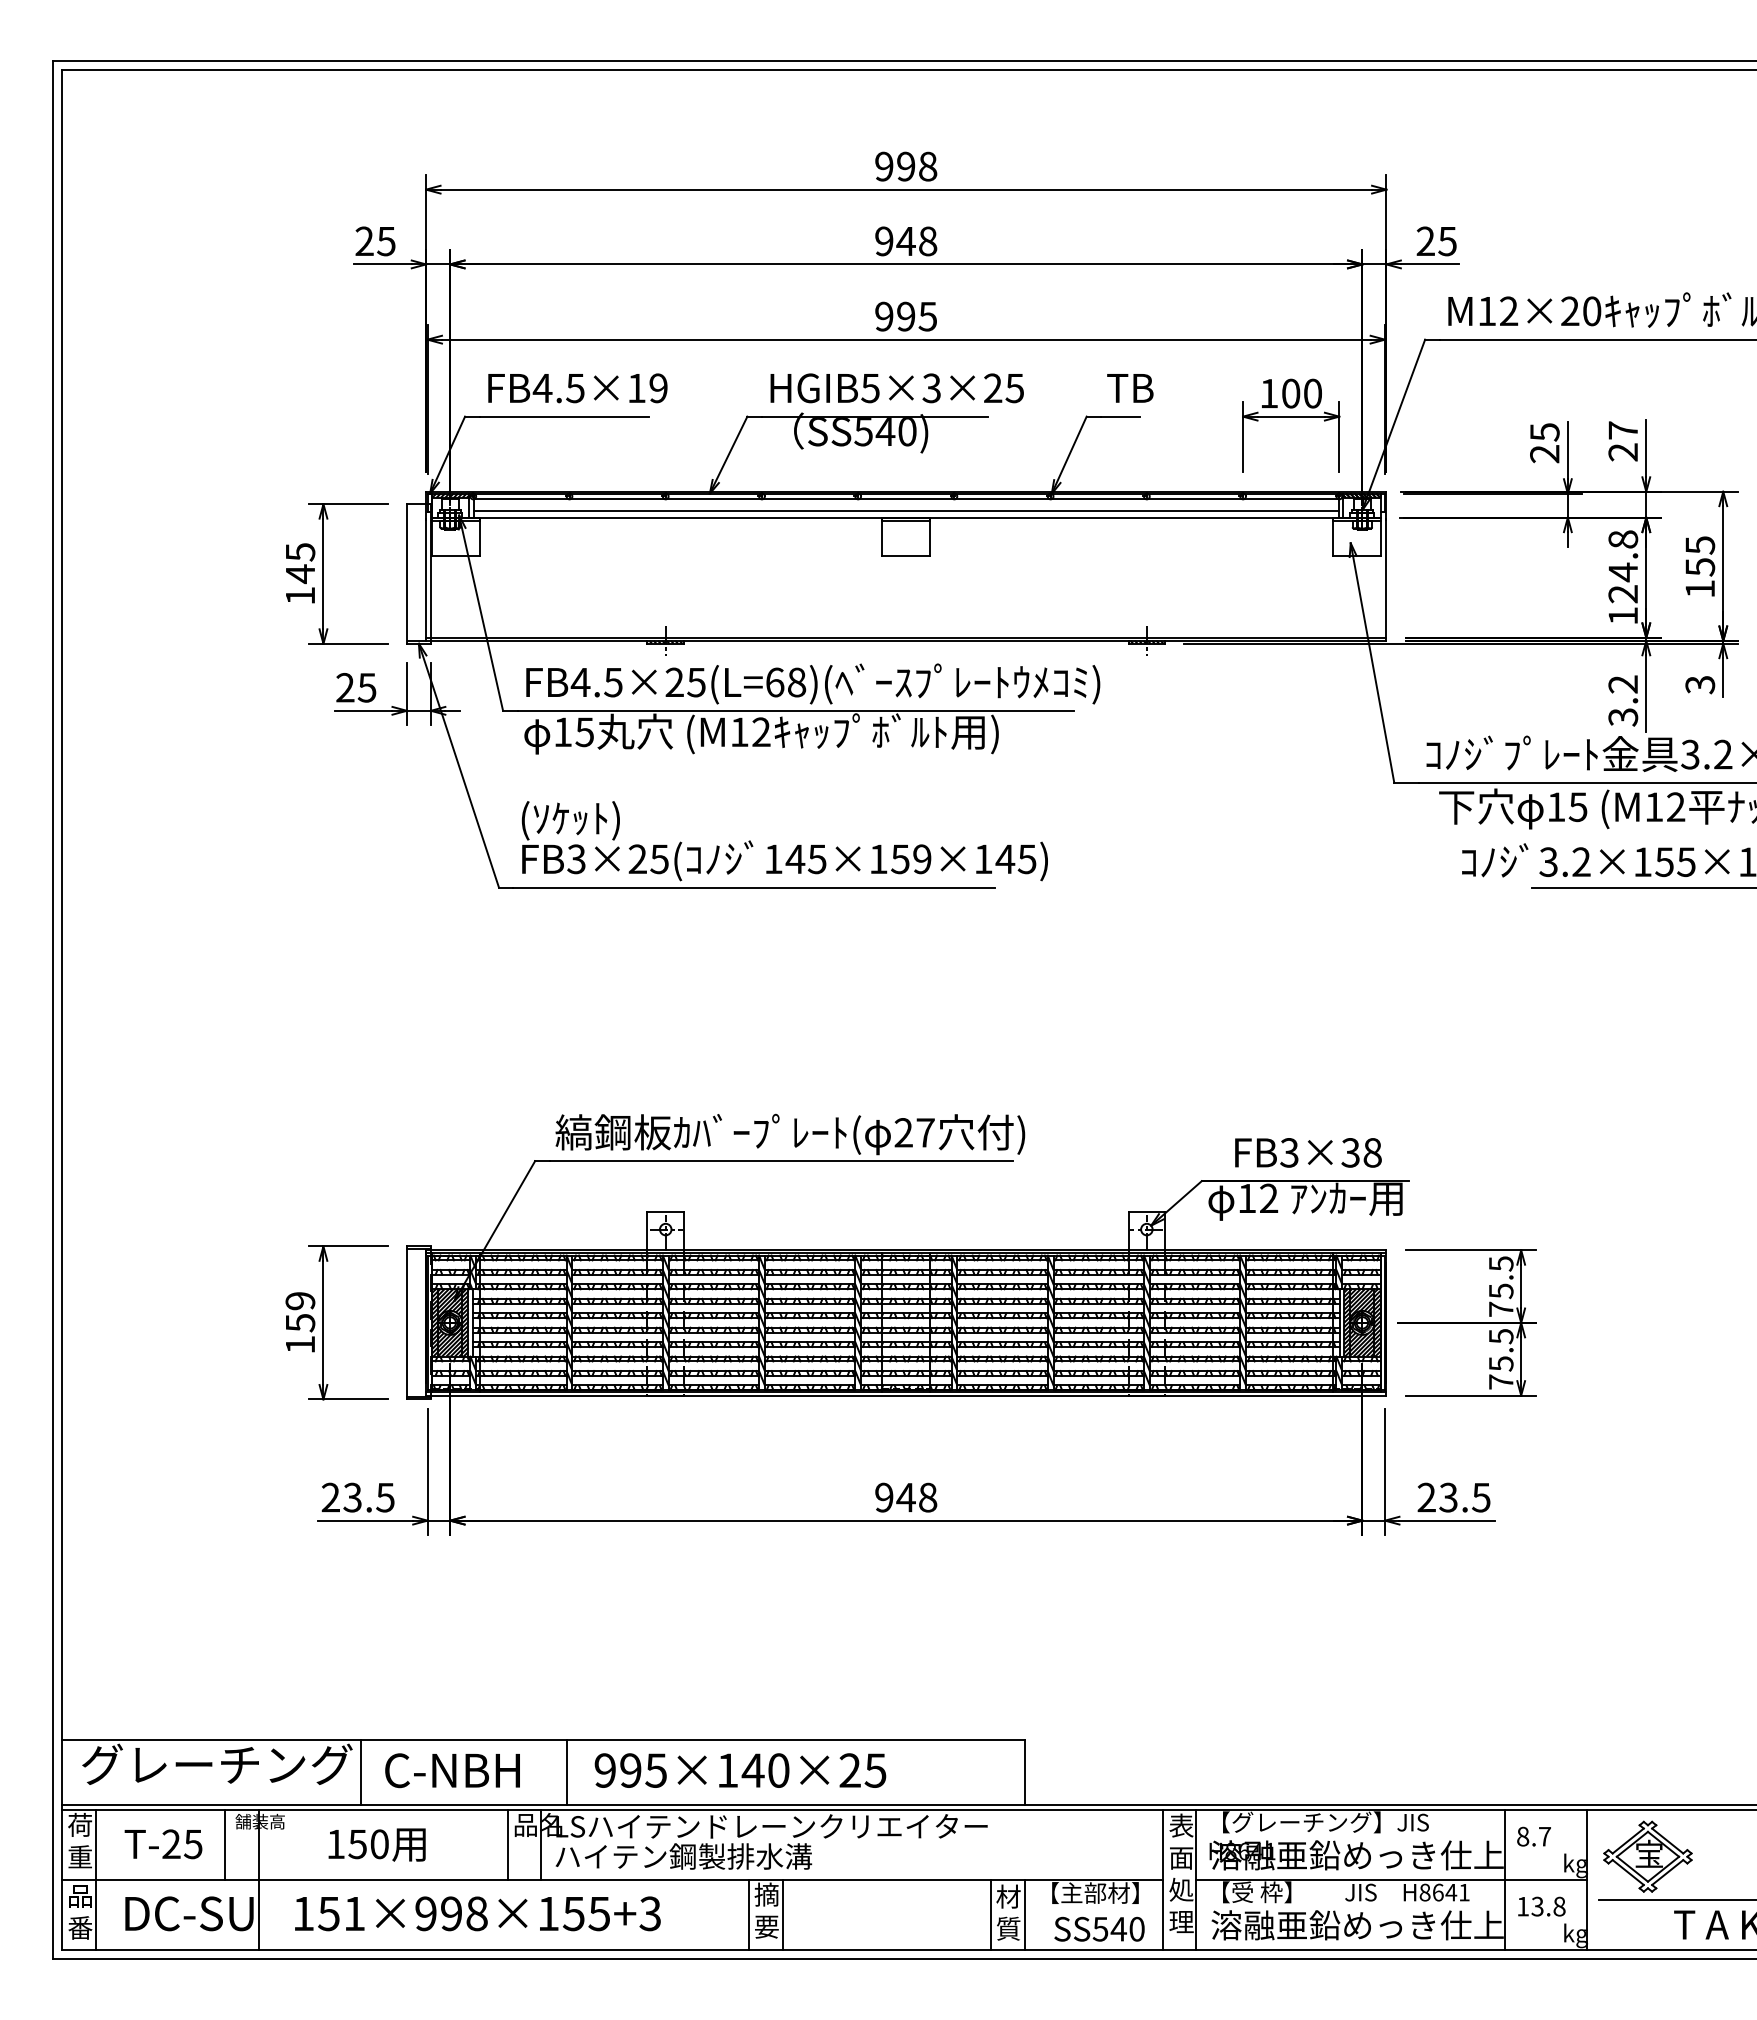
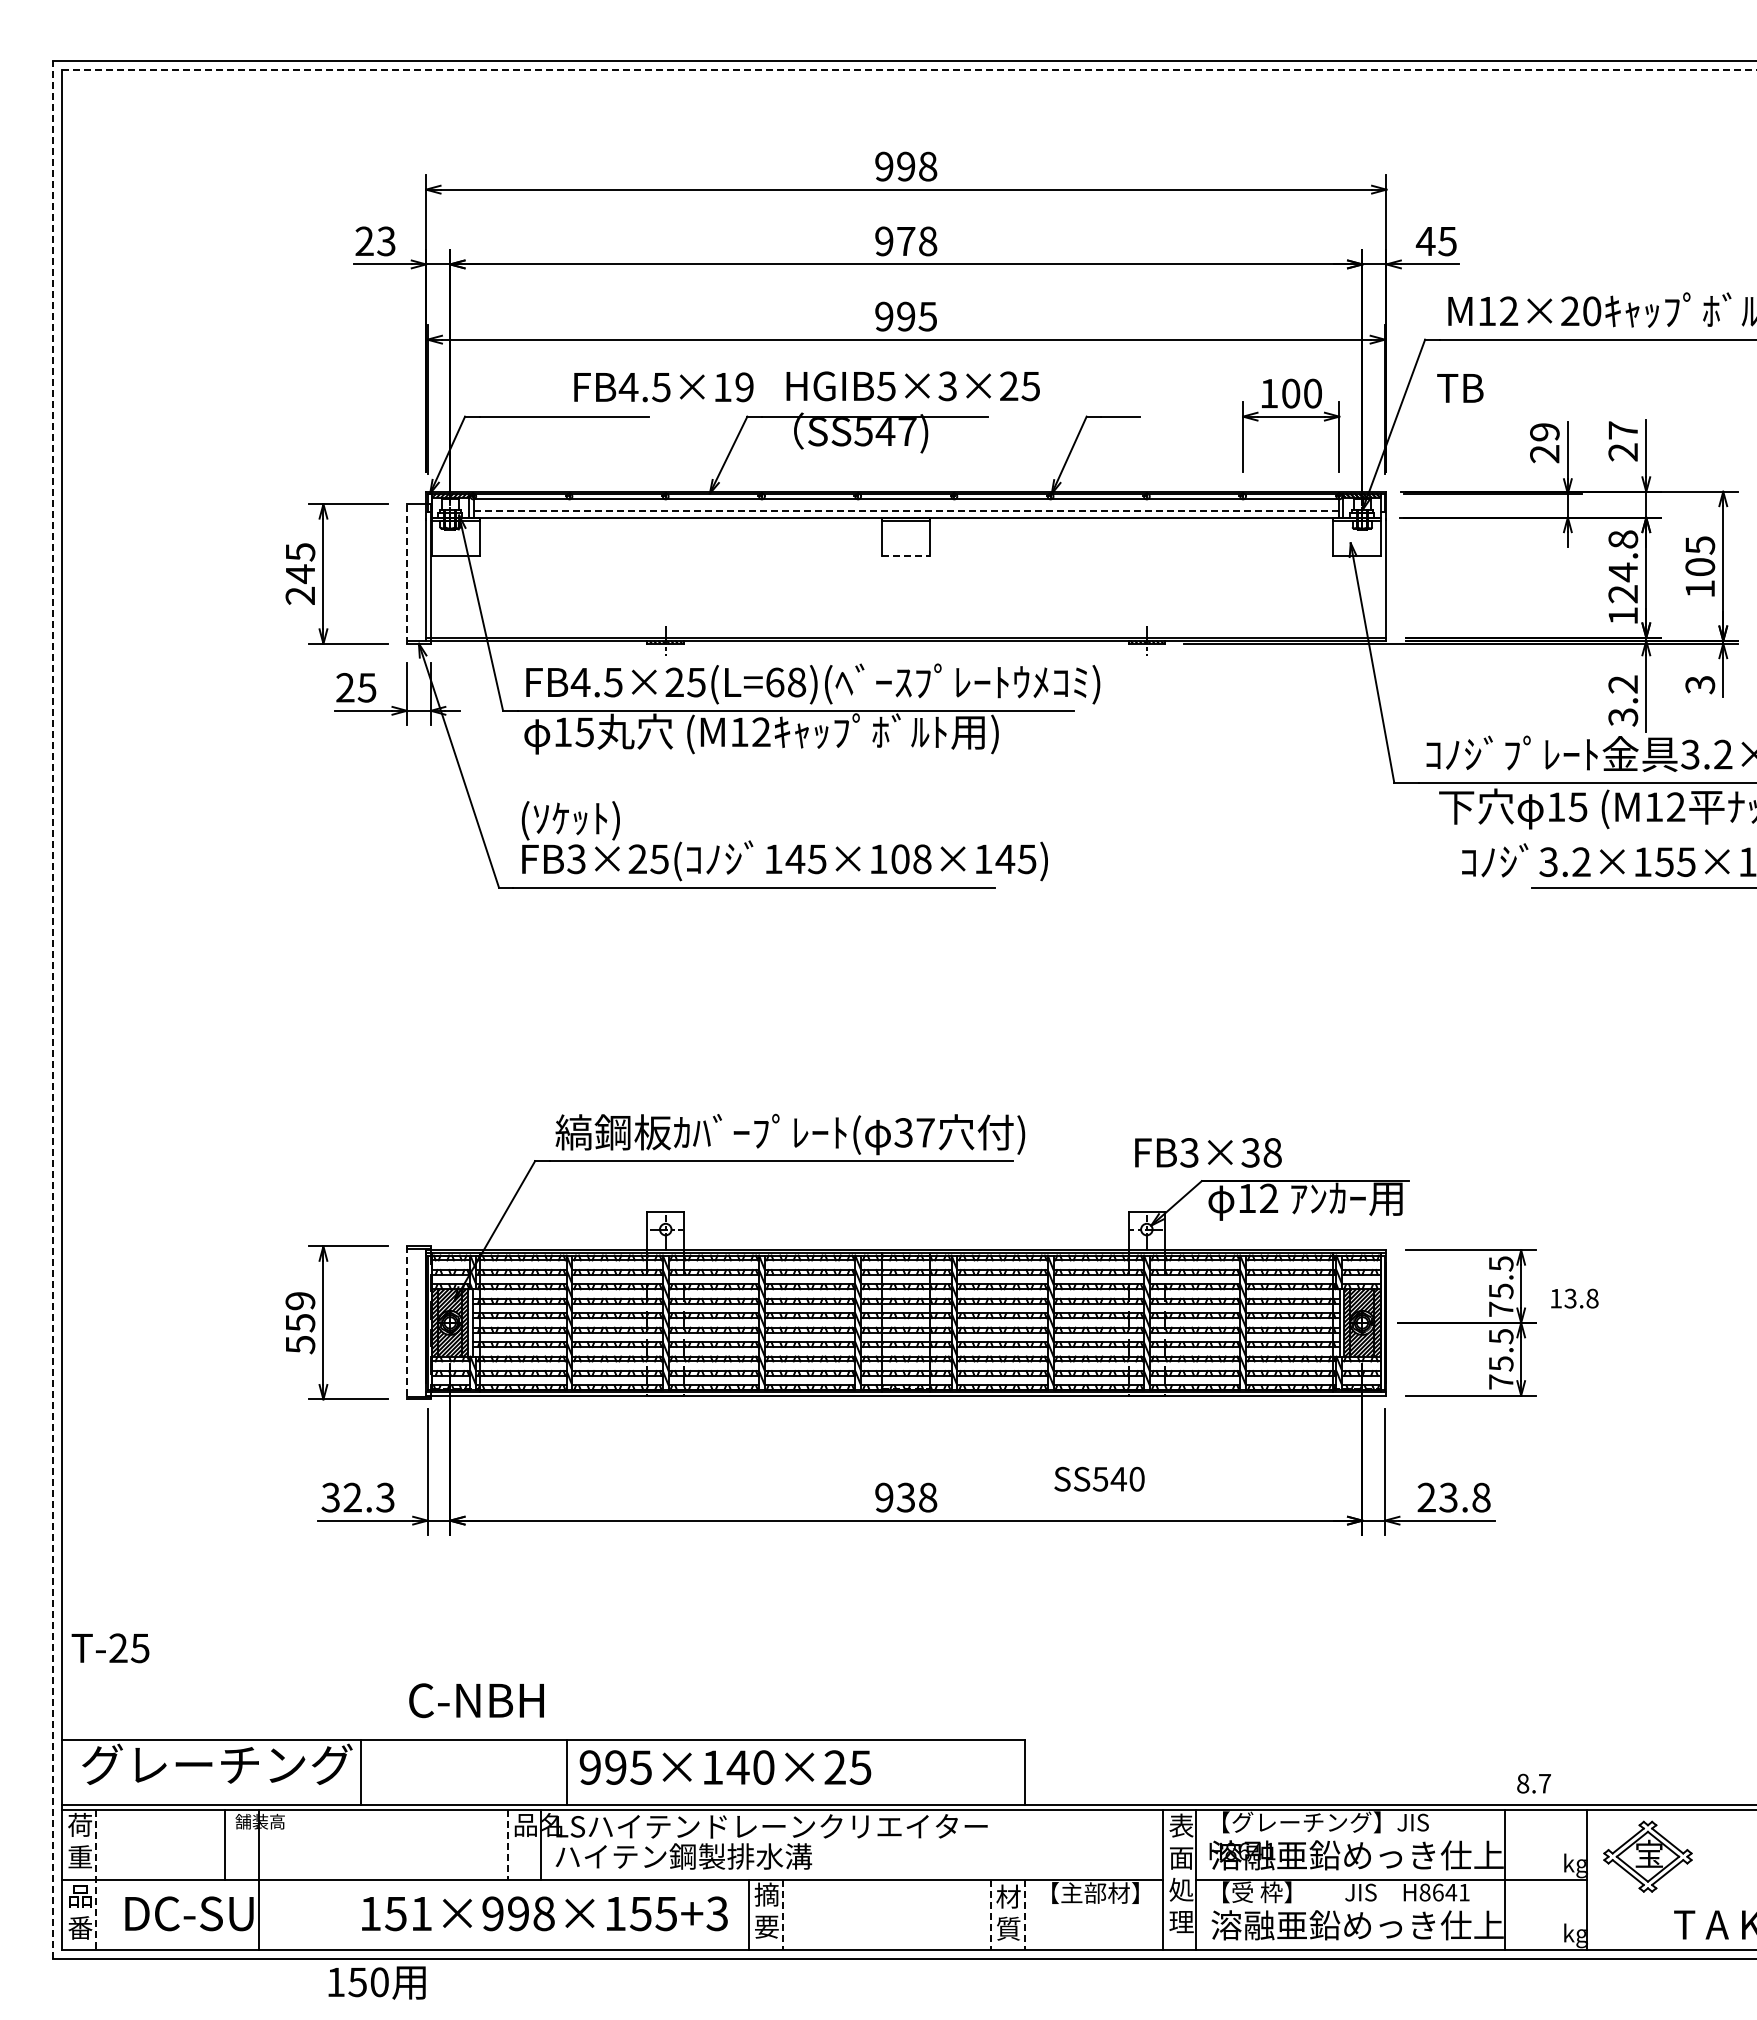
line at (909, 69): solid -> dashed
text at (386, 240): 25 -> 23
text at (1425, 240): 25 -> 45
text at (905, 241): 948 -> 978
text at (577, 388) position: (577, 388) -> (663, 387)
text at (896, 388) position: (896, 388) -> (912, 386)
text at (1130, 388) position: (1130, 388) -> (1460, 388)
text at (907, 432): SS540) -> SS547)
text at (1544, 432): 25 -> 29
line at (906, 510): solid -> dashed
line at (906, 556): solid -> dashed
text at (1700, 567): 155 -> 105
line at (406, 573): solid -> dashed
text at (299, 595): 145 -> 245
text at (911, 859): 145×159×145) -> 145×108×145)
line at (52, 1009): solid -> dashed
text at (903, 1132): 27 -> 37
text at (1308, 1152) position: (1308, 1152) -> (1208, 1152)
line at (406, 1323): solid -> dashed
text at (300, 1345): 159 -> 559
text at (357, 1497): 23.5 -> 32.3
text at (905, 1497): 948 -> 938
text at (1481, 1497): 23.5 -> 23.8
text at (452, 1770) position: (452, 1770) -> (476, 1700)
text at (740, 1770) position: (740, 1770) -> (725, 1767)
text at (1533, 1836) position: (1533, 1836) -> (1533, 1783)
text at (163, 1844) position: (163, 1844) -> (110, 1648)
text at (376, 1844) position: (376, 1844) -> (376, 1982)
line at (507, 1844): solid -> dashed
line at (96, 1879): solid -> dashed
line at (1676, 1900): present -> none
text at (1541, 1906) position: (1541, 1906) -> (1574, 1298)
text at (477, 1913) position: (477, 1913) -> (544, 1913)
line at (782, 1914): solid -> dashed
line at (990, 1914): solid -> dashed
line at (1024, 1914): solid -> dashed
text at (1099, 1928) position: (1099, 1928) -> (1099, 1478)
